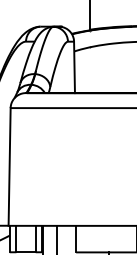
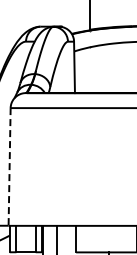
line at (9, 166): solid -> dashed
